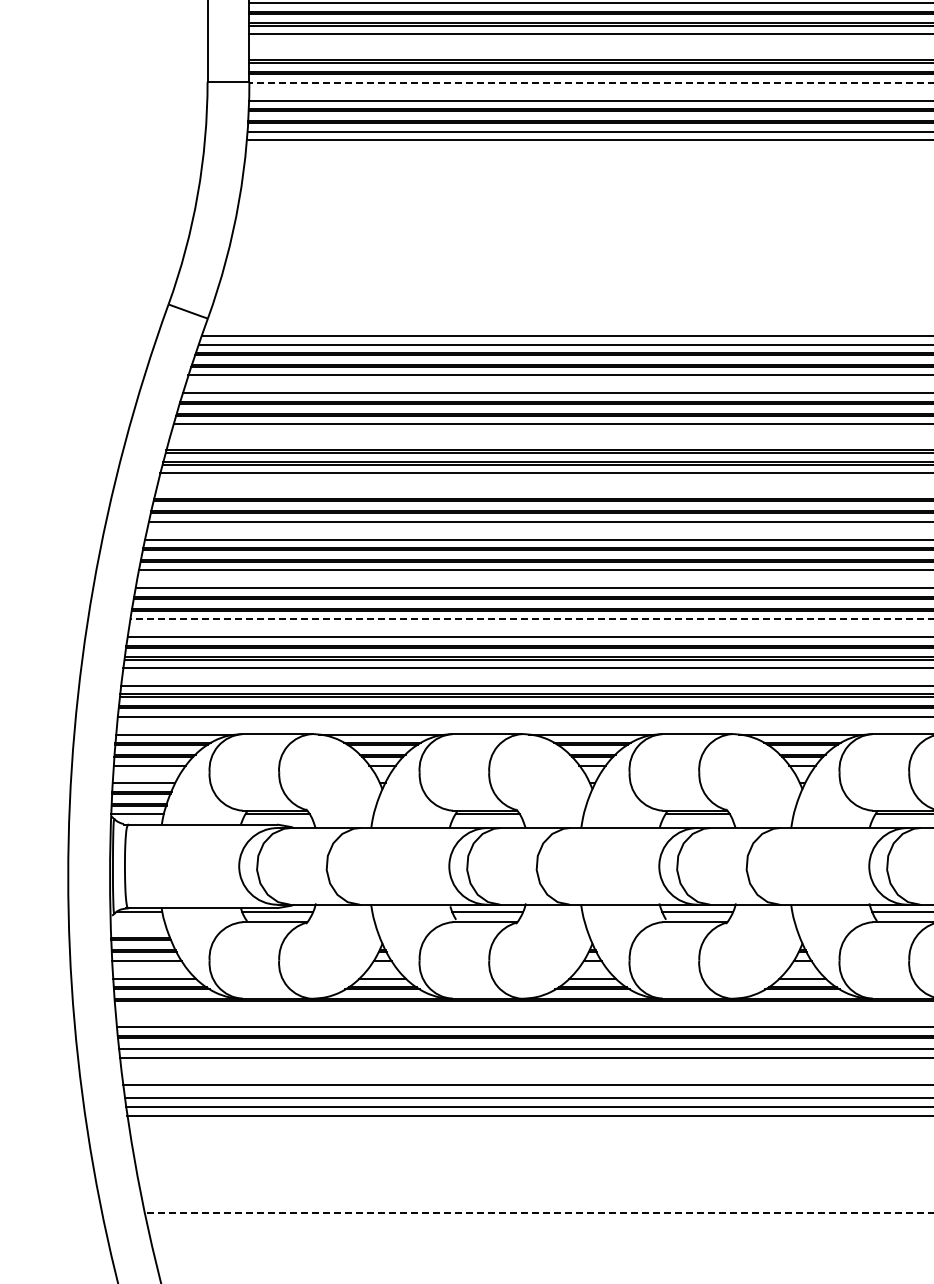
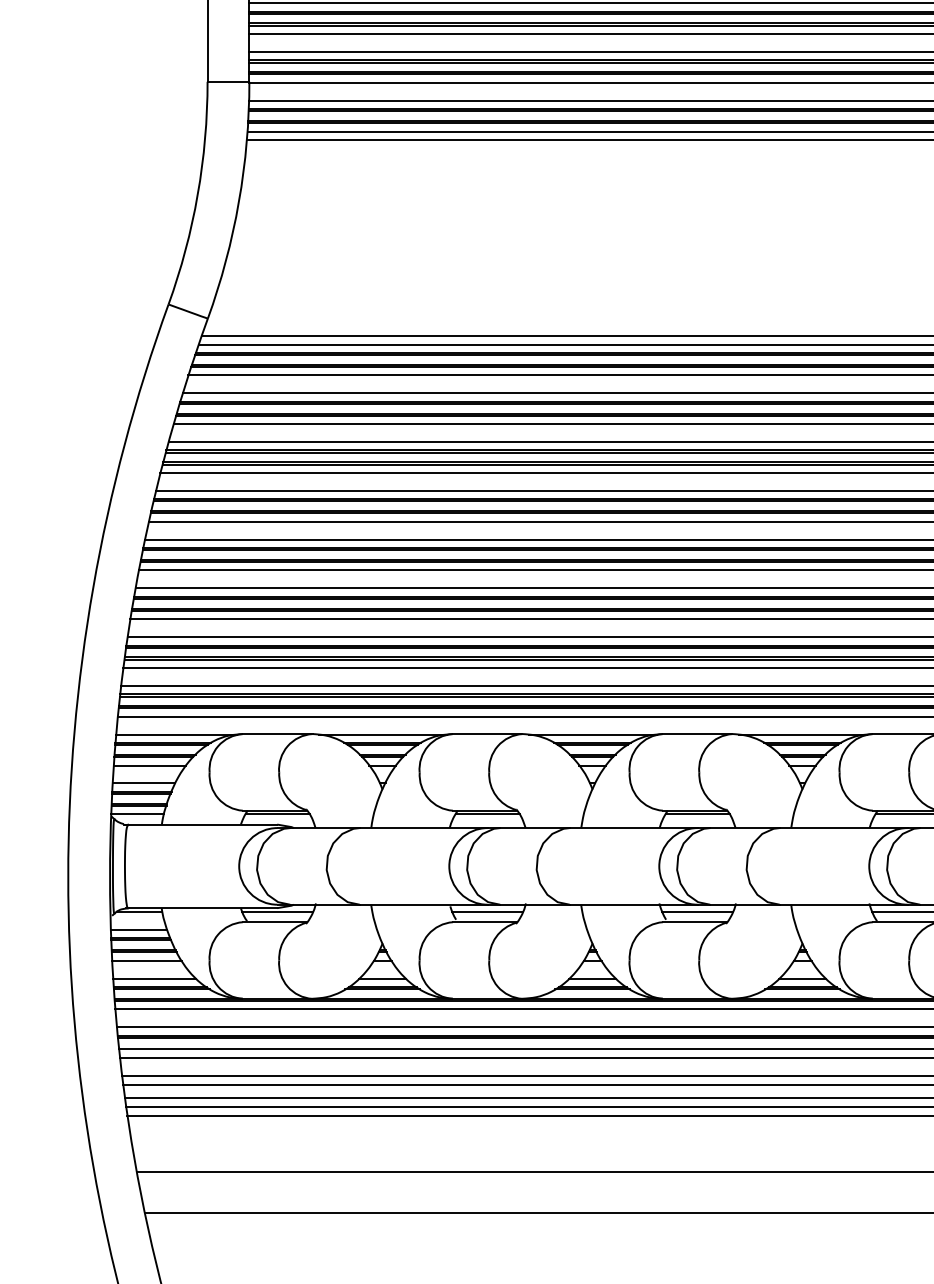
line at (589, 52): none -> present
line at (591, 82): dashed -> solid
line at (549, 442): none -> present
line at (543, 490): none -> present
line at (531, 619): dashed -> solid
line at (138, 929): none -> present
line at (522, 1009): none -> present
line at (526, 1076): none -> present
line at (533, 1171): none -> present
line at (538, 1213): dashed -> solid
